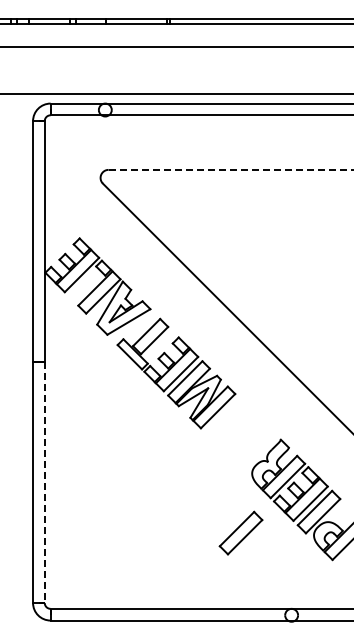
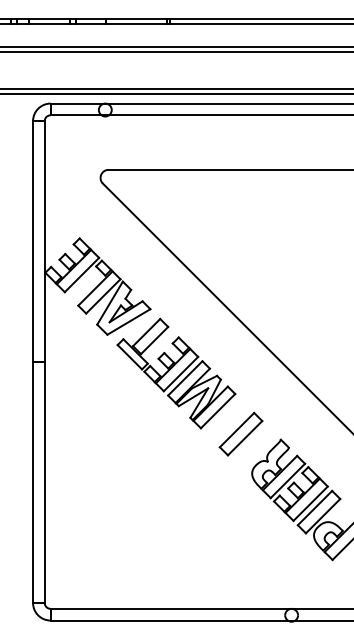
line at (176, 51): none -> present
line at (176, 88): none -> present
line at (231, 169): dashed -> solid
line at (44, 483): dashed -> solid
part at (240, 532) position: (240, 532) -> (240, 433)
